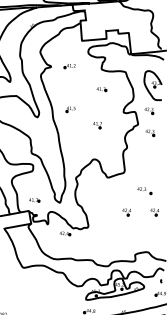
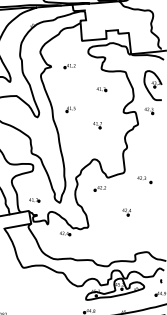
part at (150, 133): present -> none
part at (99, 188): none -> present
part at (144, 191) position: (144, 191) -> (144, 180)
part at (154, 212): present -> none
